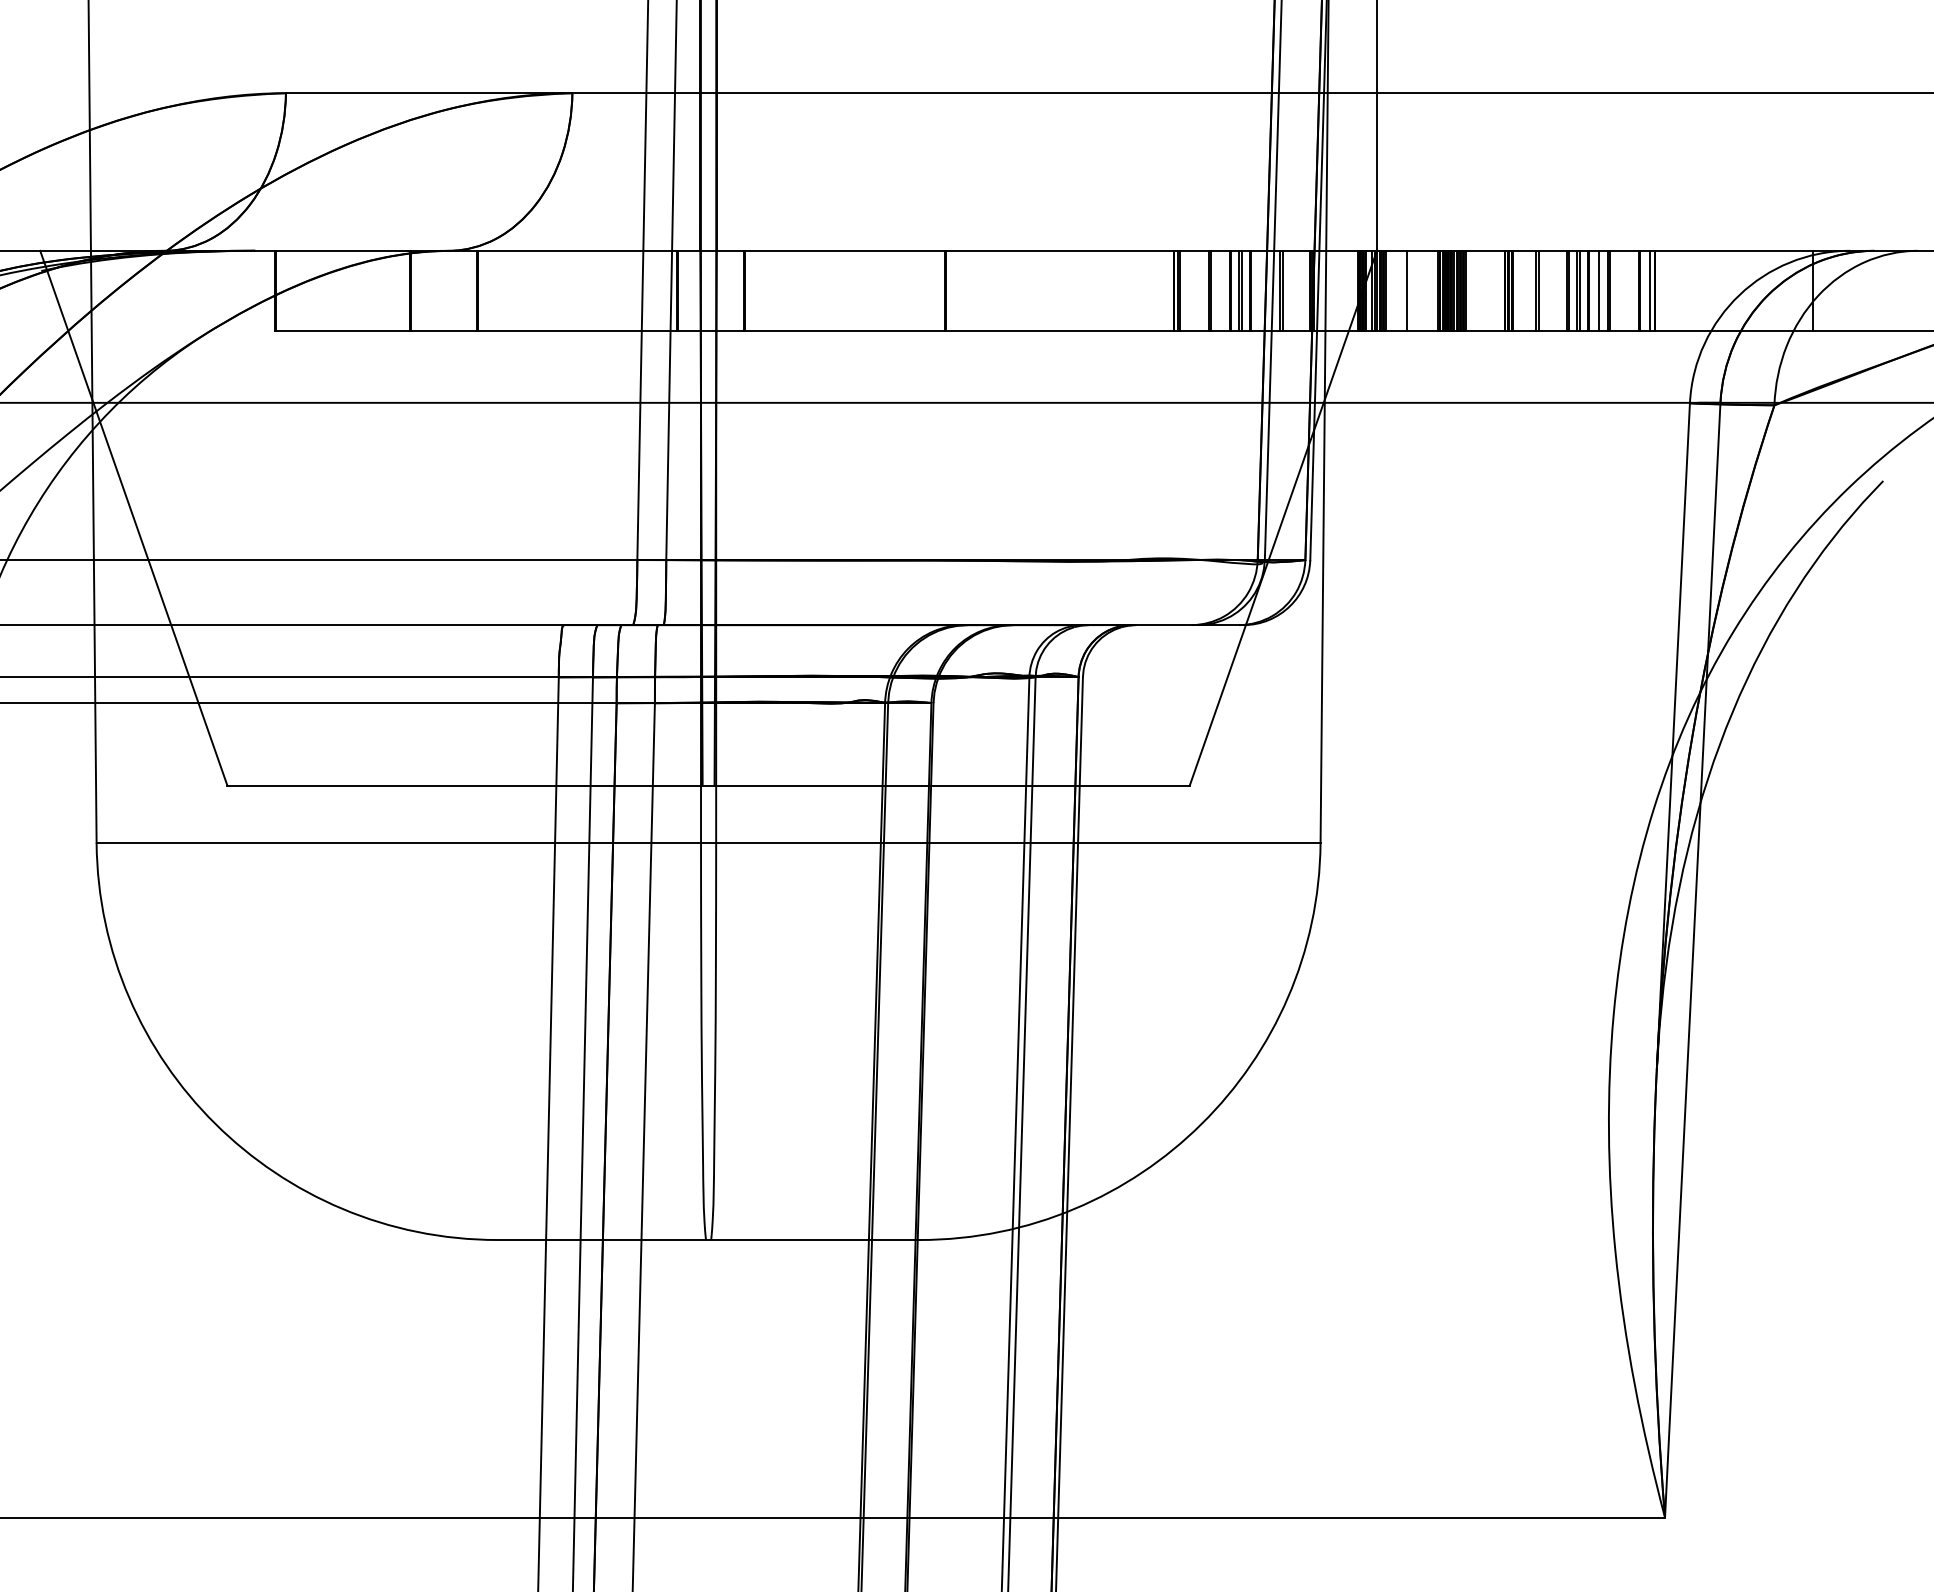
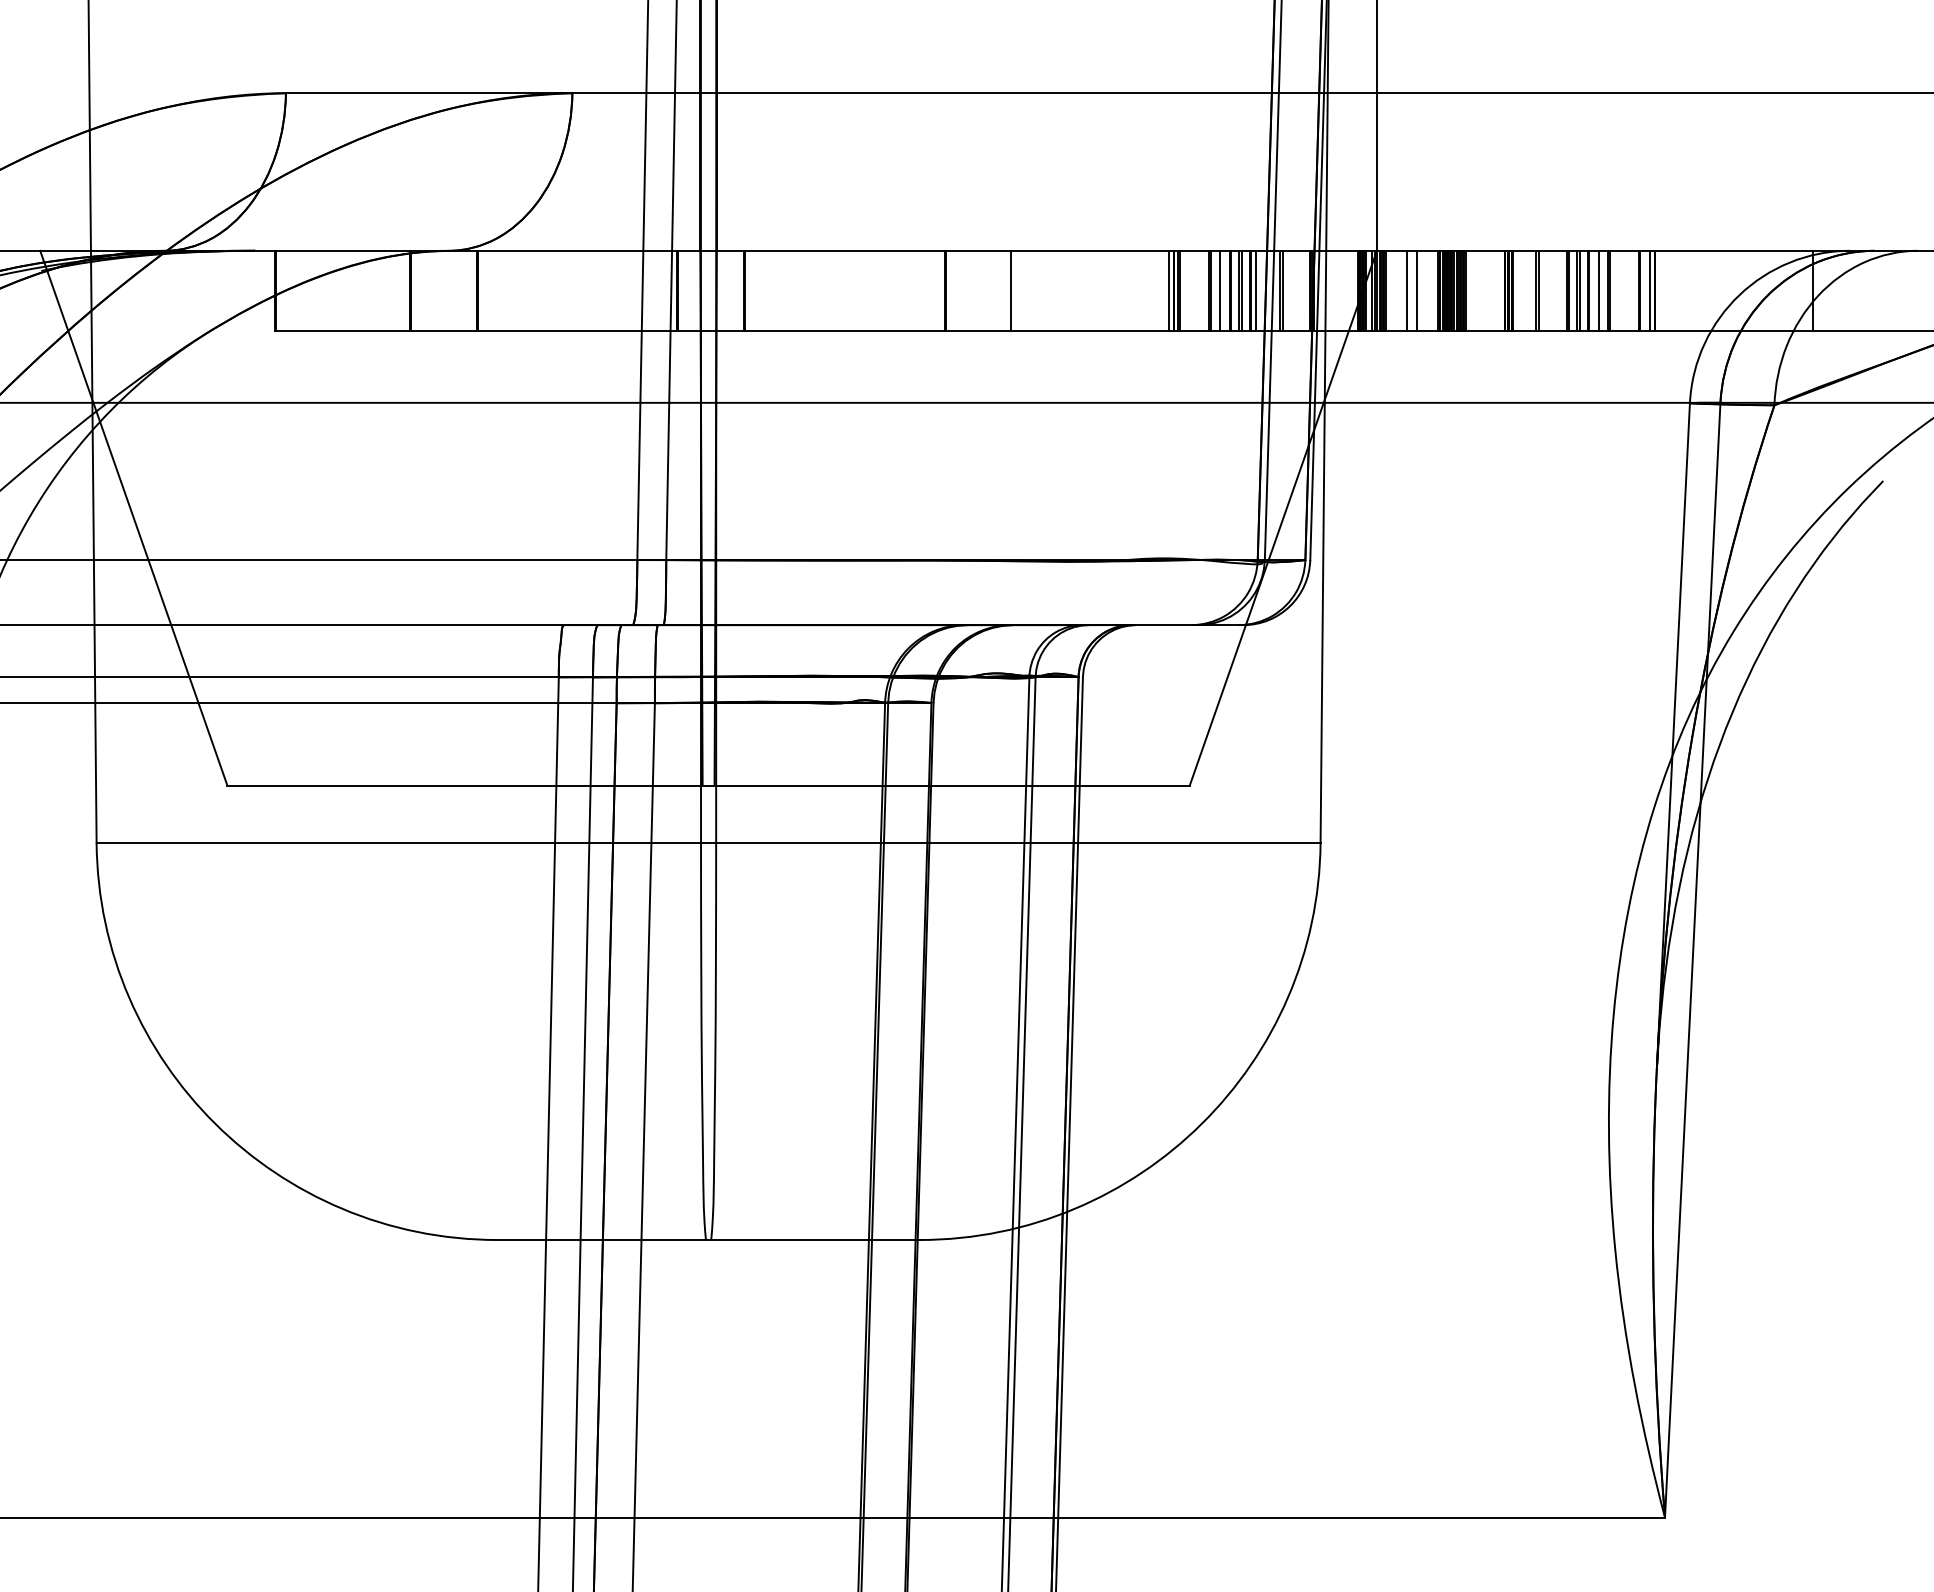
line at (1010, 290): none -> present
line at (1168, 290): none -> present
line at (1219, 290): none -> present
line at (1255, 290): none -> present
line at (1416, 290): none -> present
